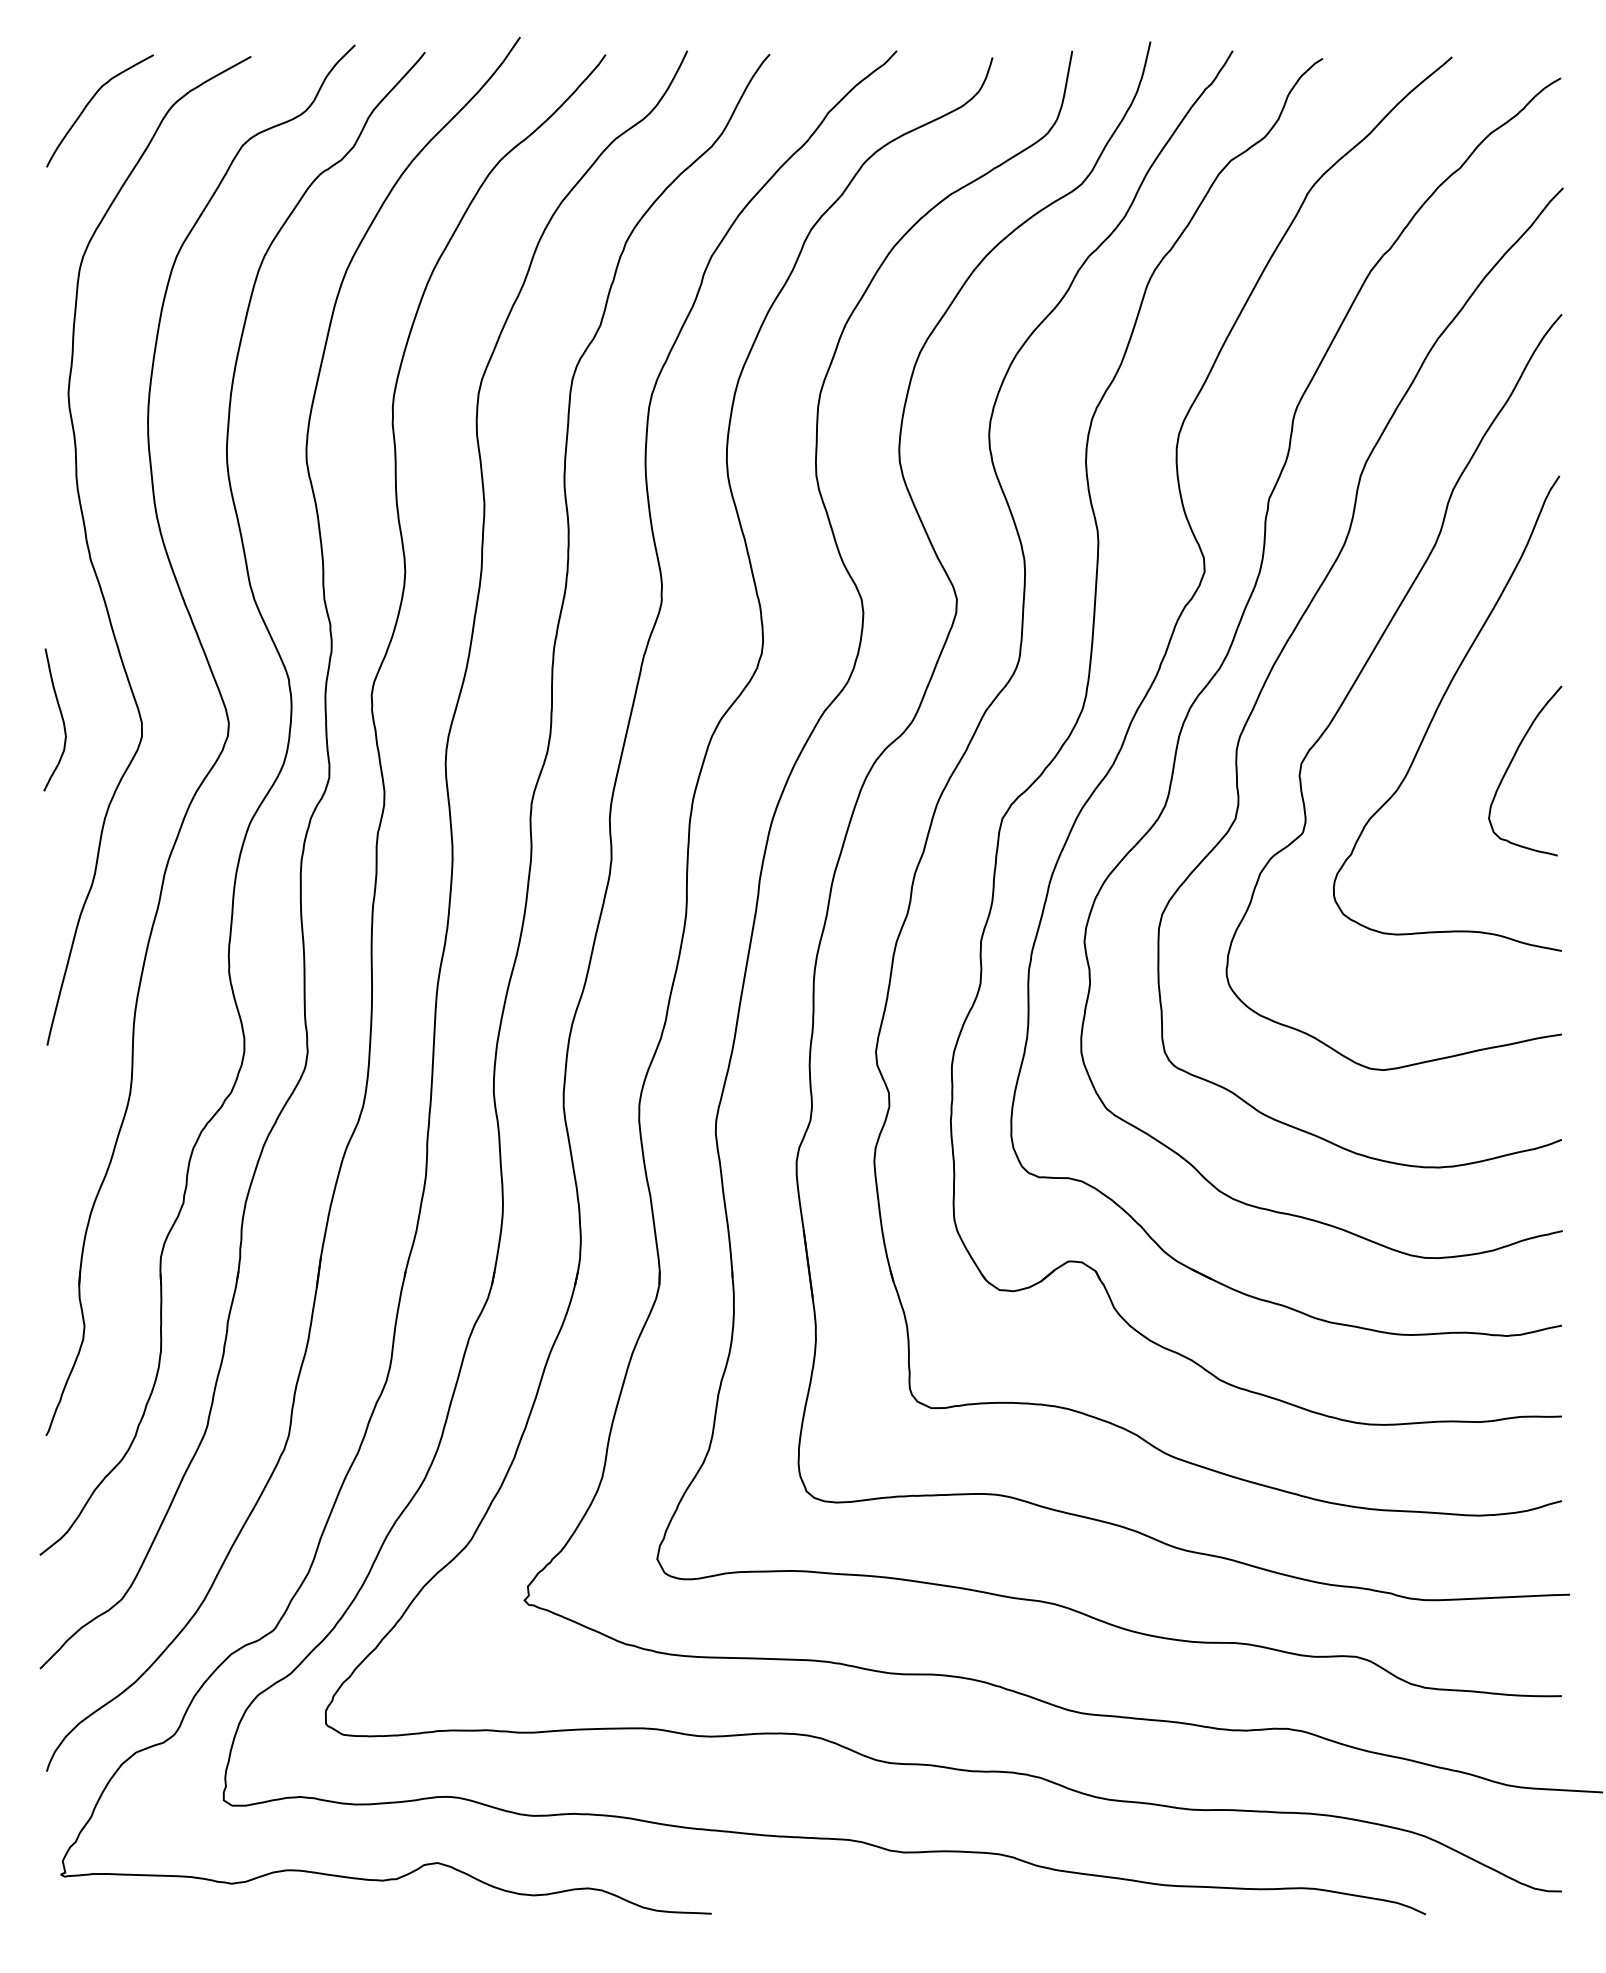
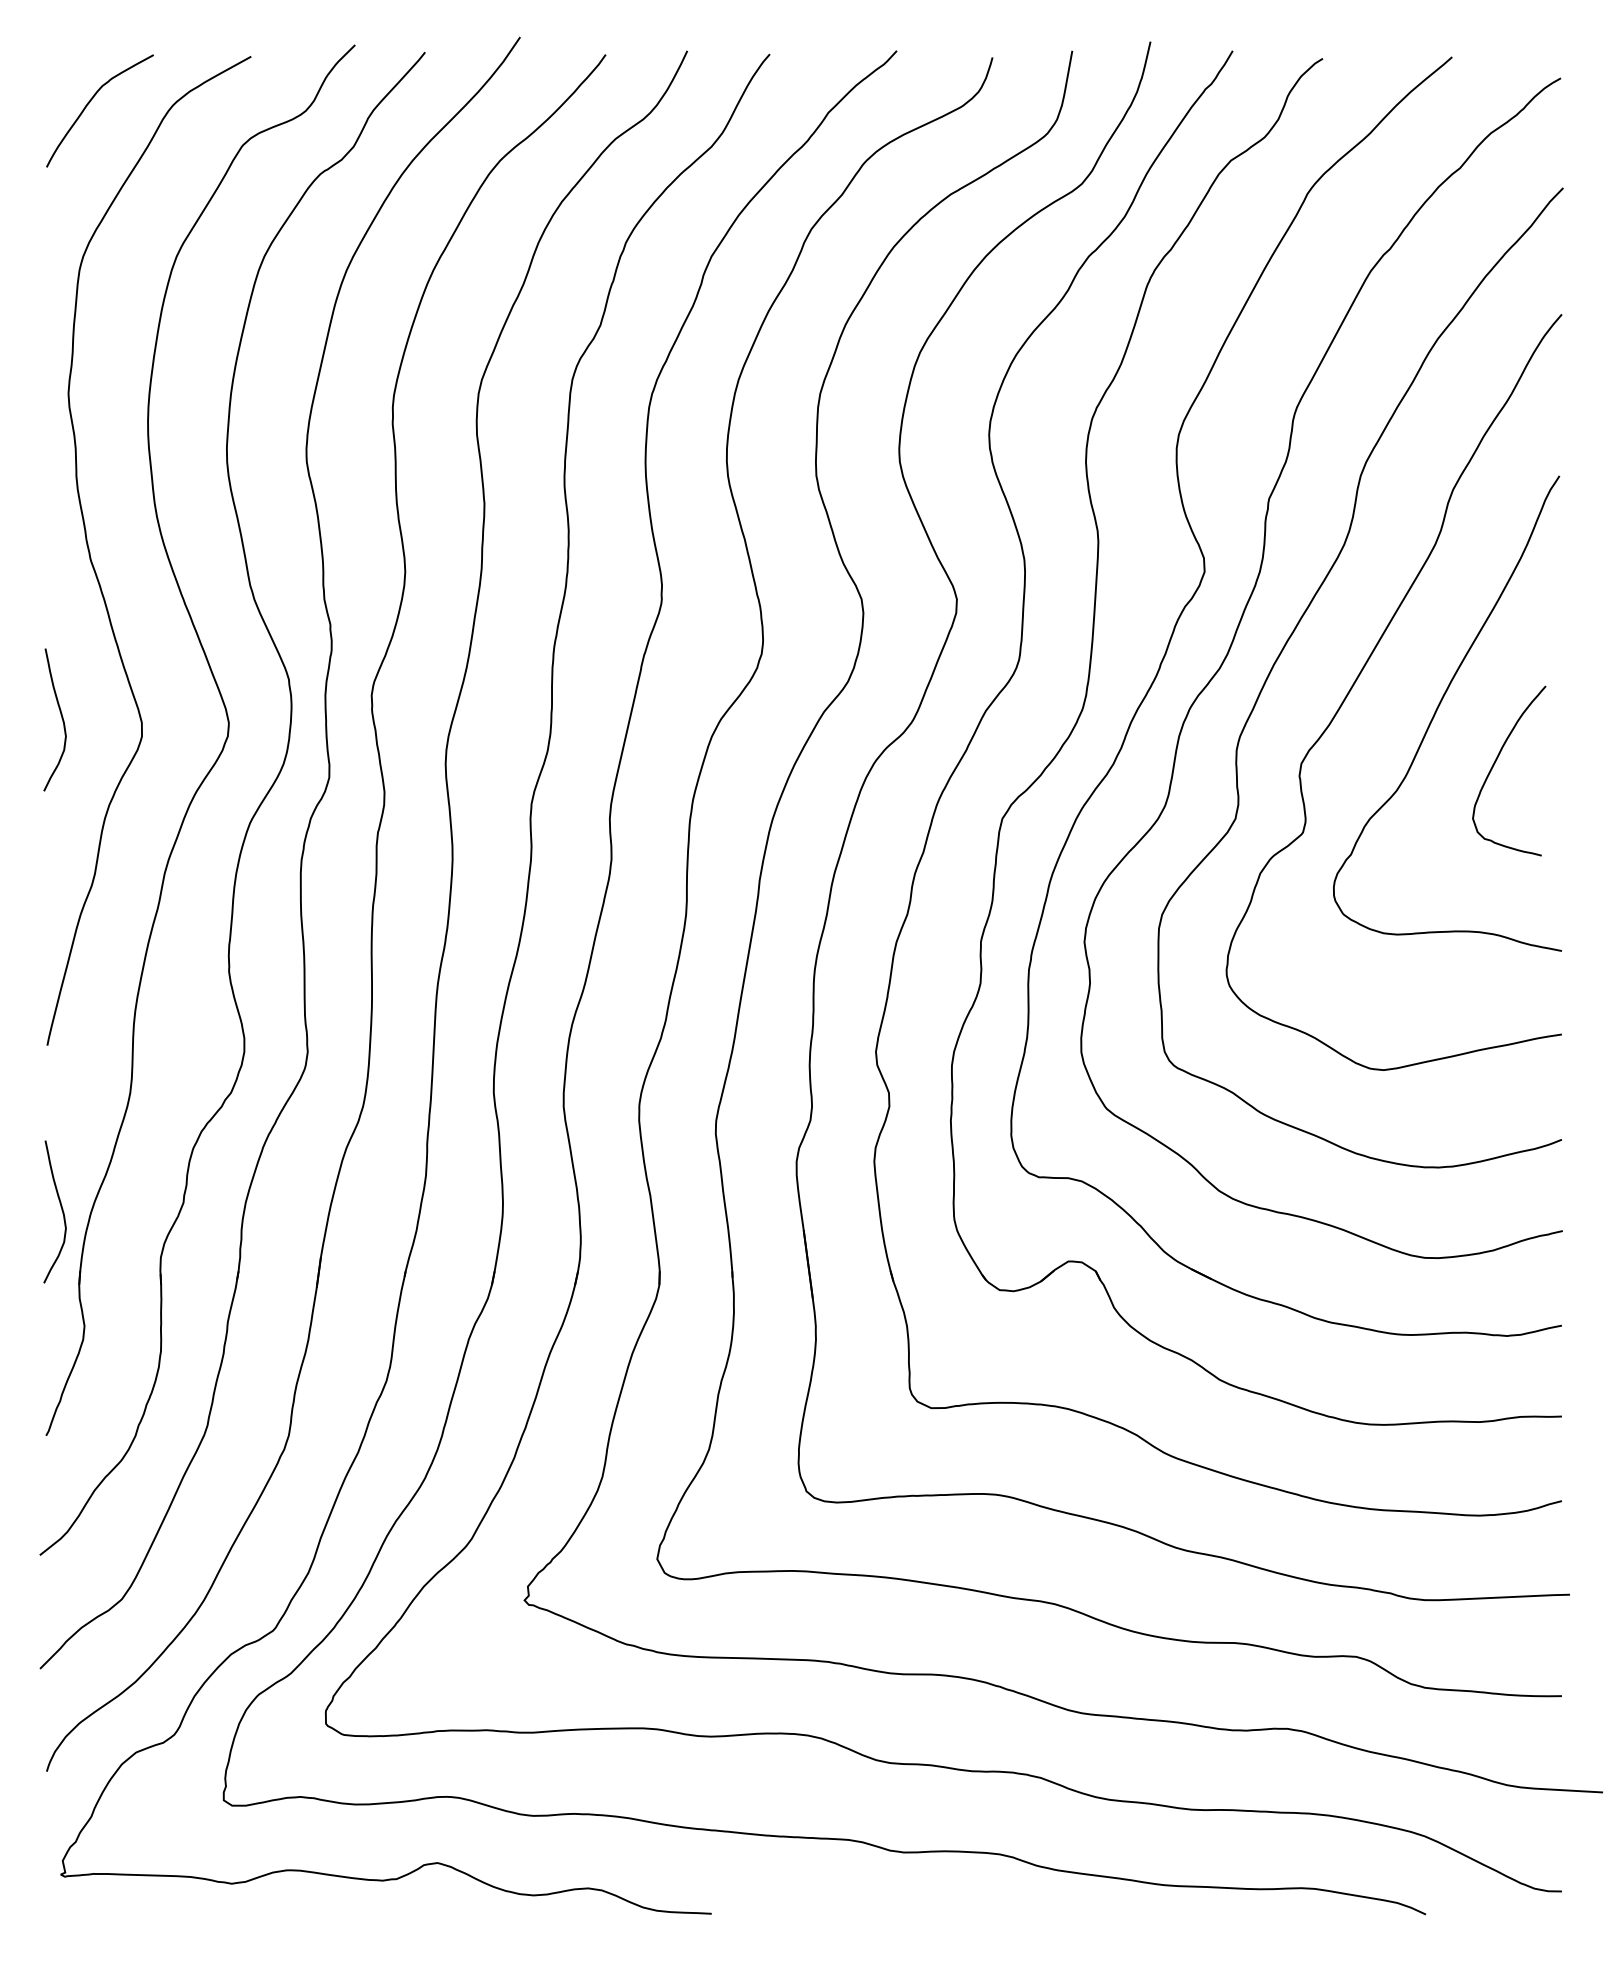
curve at (1511, 763) position: (1511, 763) -> (1495, 763)
curve at (61, 1210): none -> present
